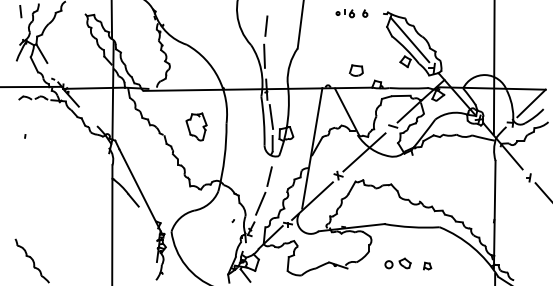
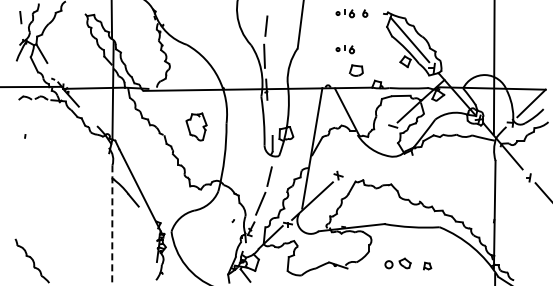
line at (20, 11) position: (20, 11) -> (20, 17)
part at (344, 49): none -> present
line at (271, 116): present -> none
line at (364, 152): present -> none
line at (112, 225): solid -> dashed
